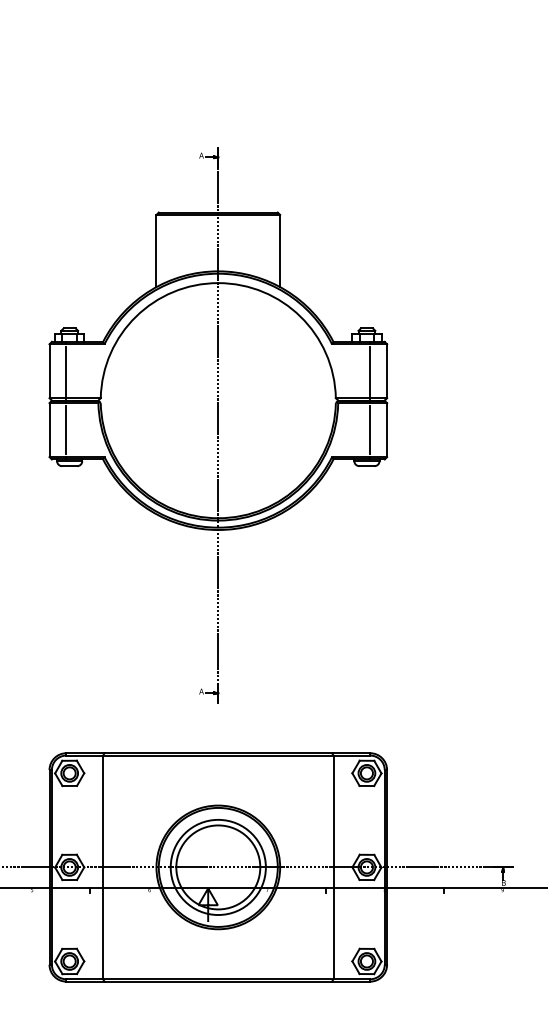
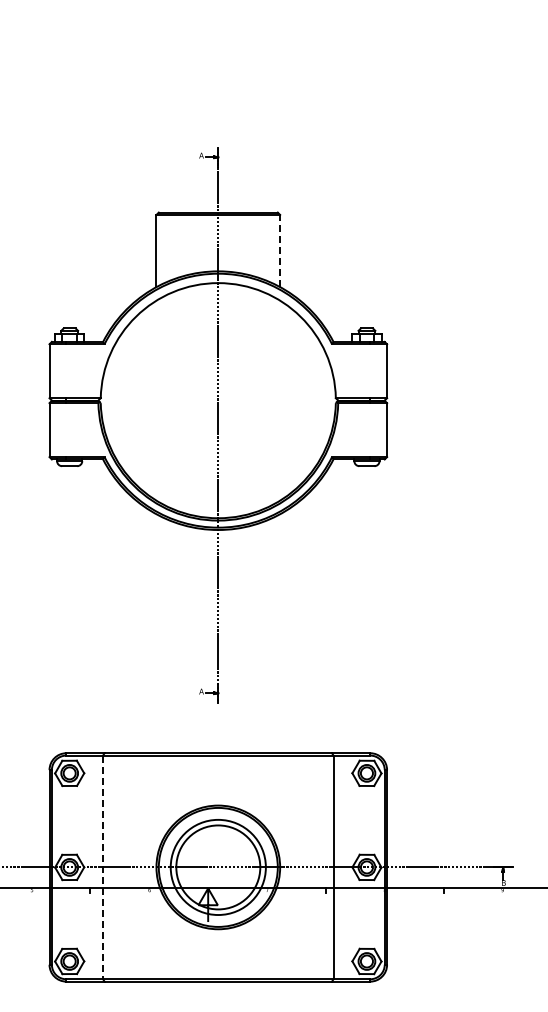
line at (280, 250): solid -> dashed
line at (66, 370): present -> none
line at (370, 370): present -> none
line at (66, 429): present -> none
line at (370, 429): present -> none
line at (103, 867): solid -> dashed
